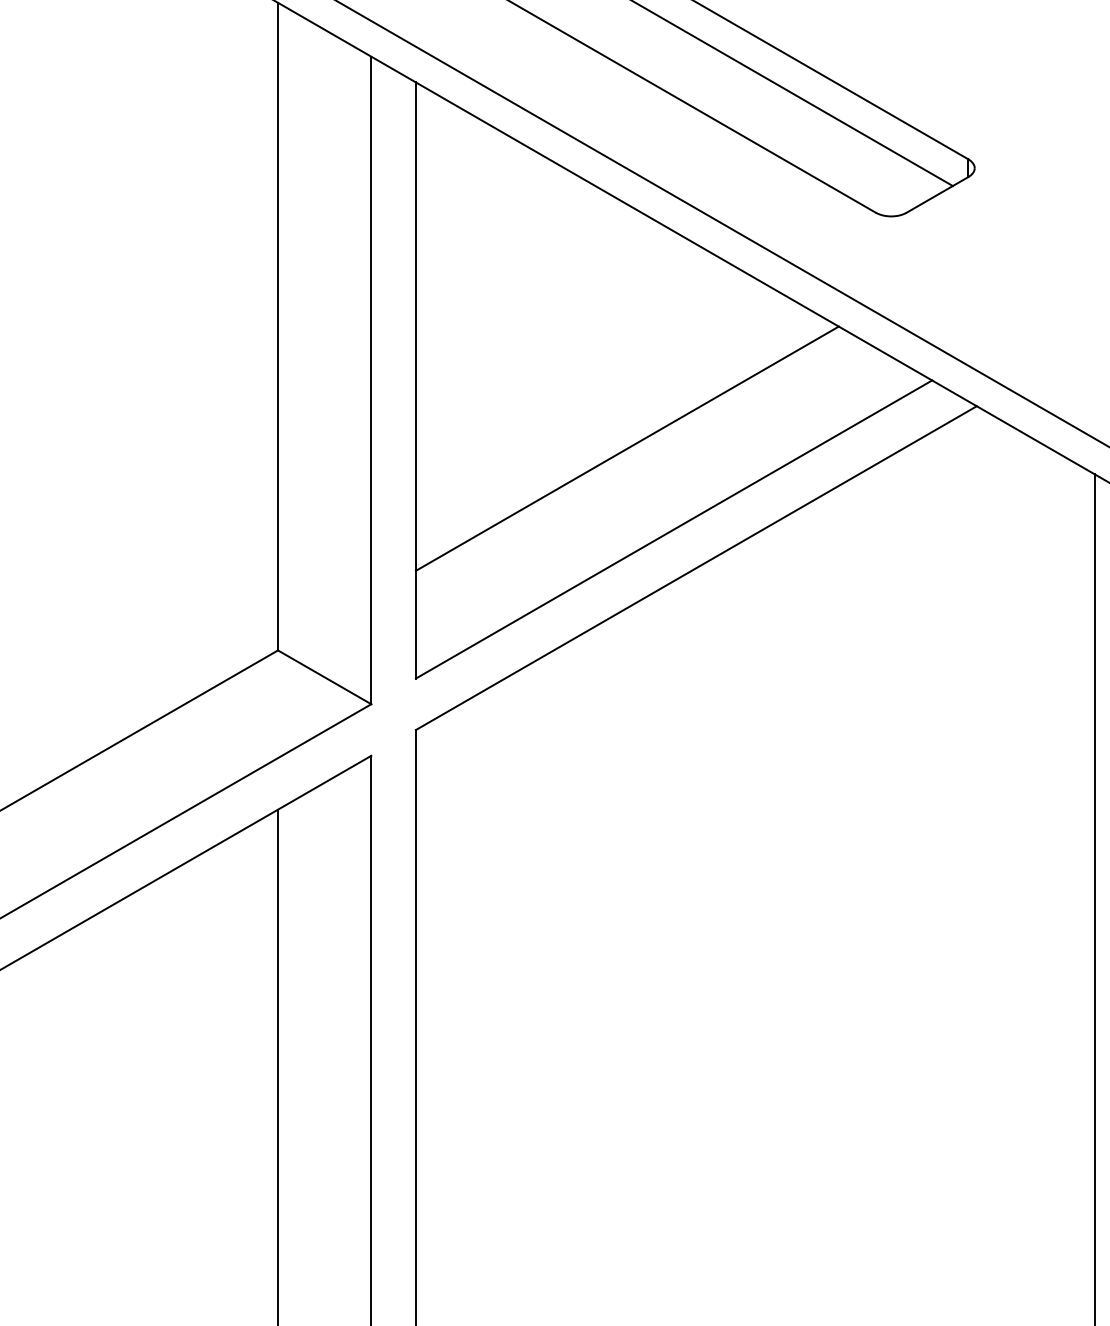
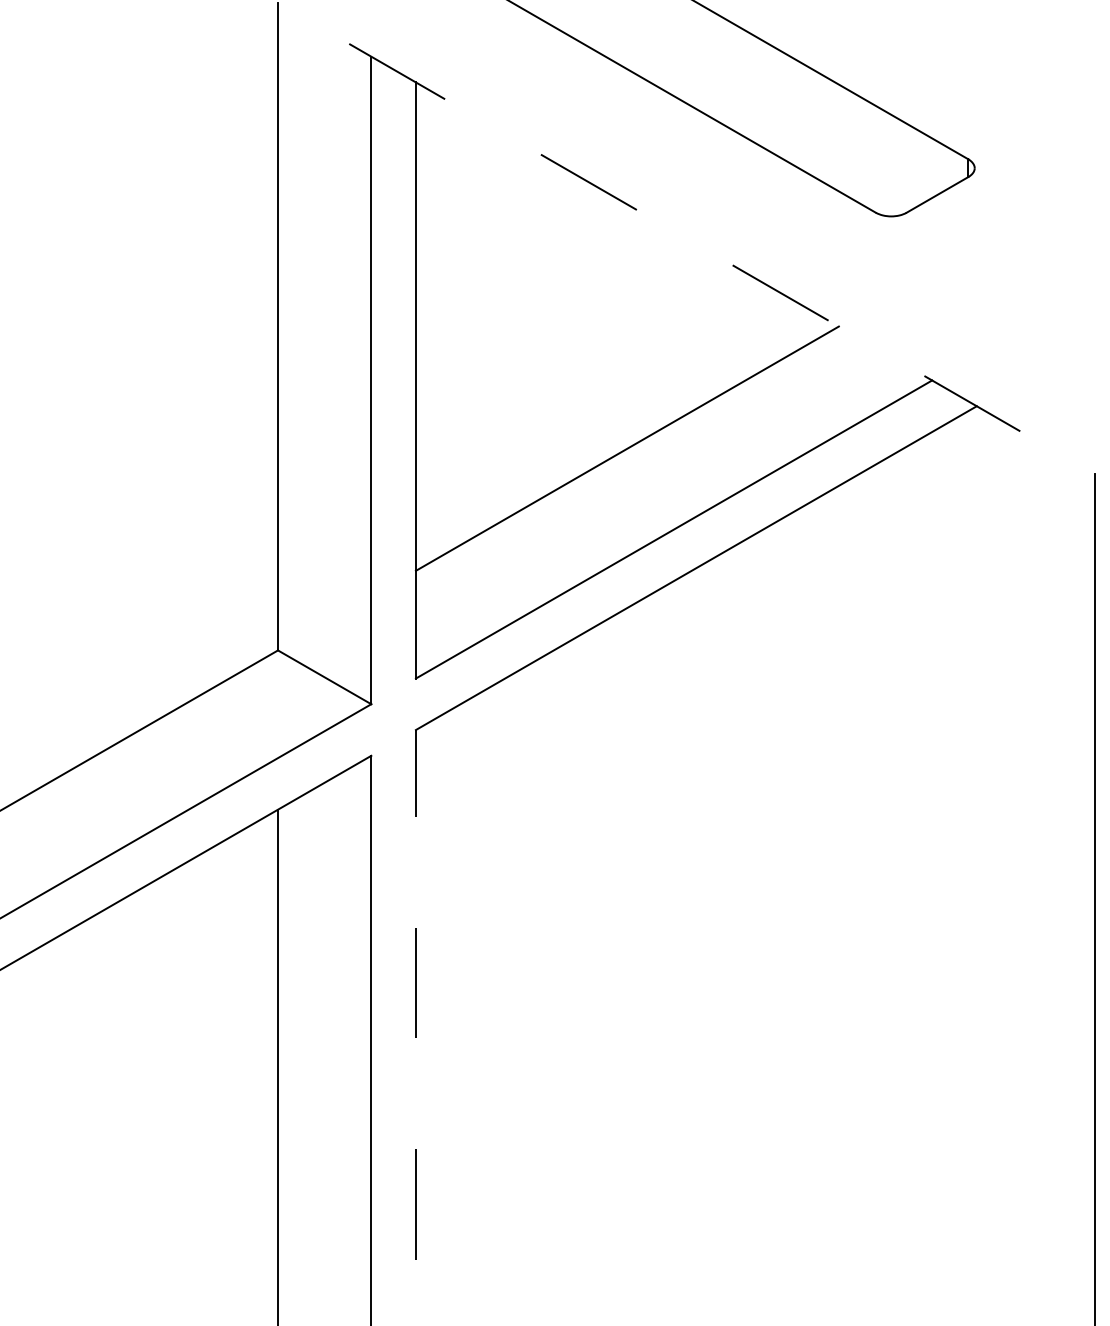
line at (793, 94): present -> none
line at (722, 223): present -> none
line at (692, 241): solid -> dashed
line at (415, 1027): solid -> dashed
